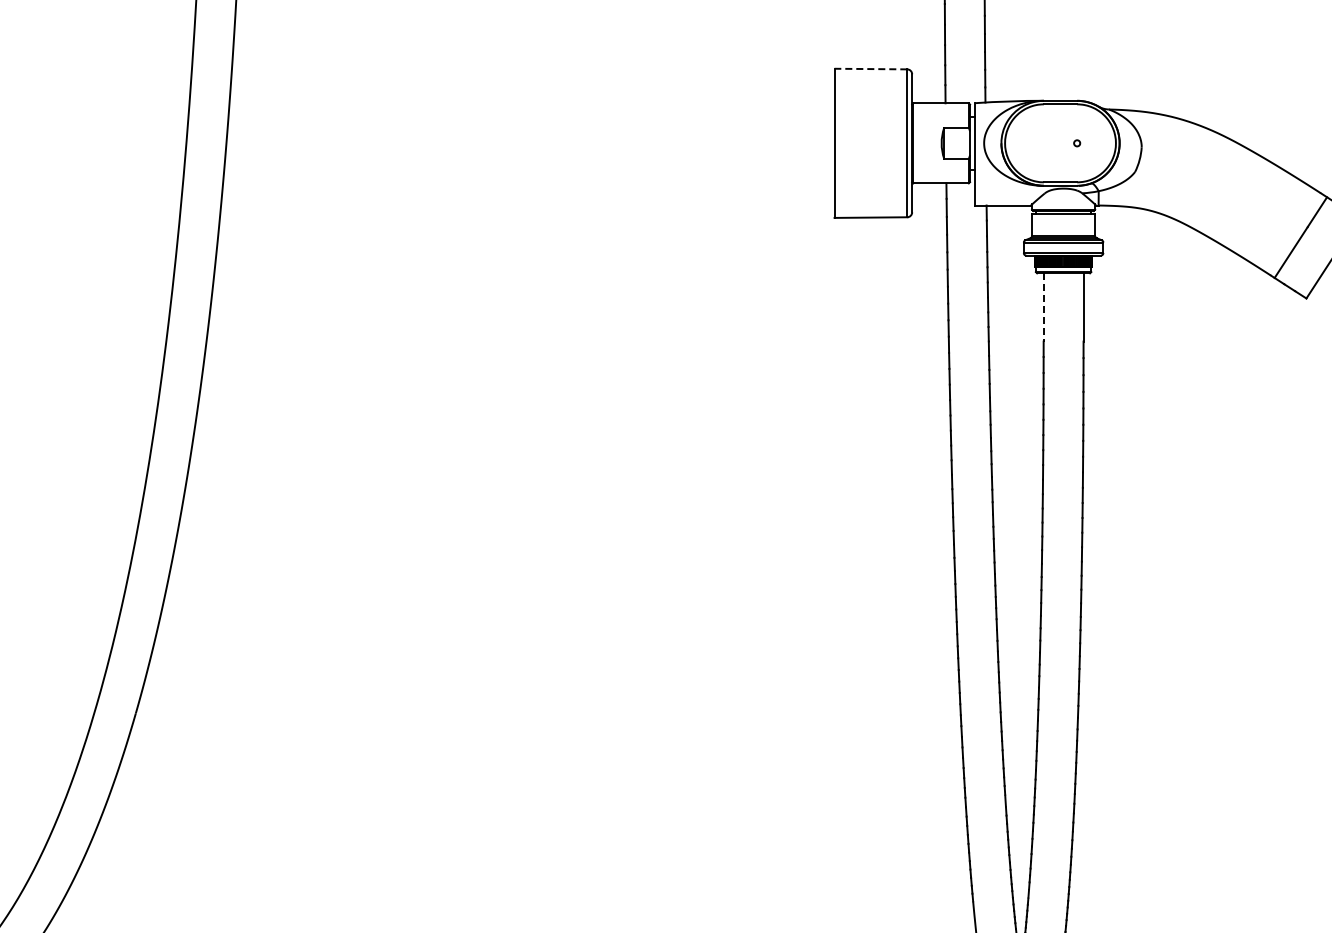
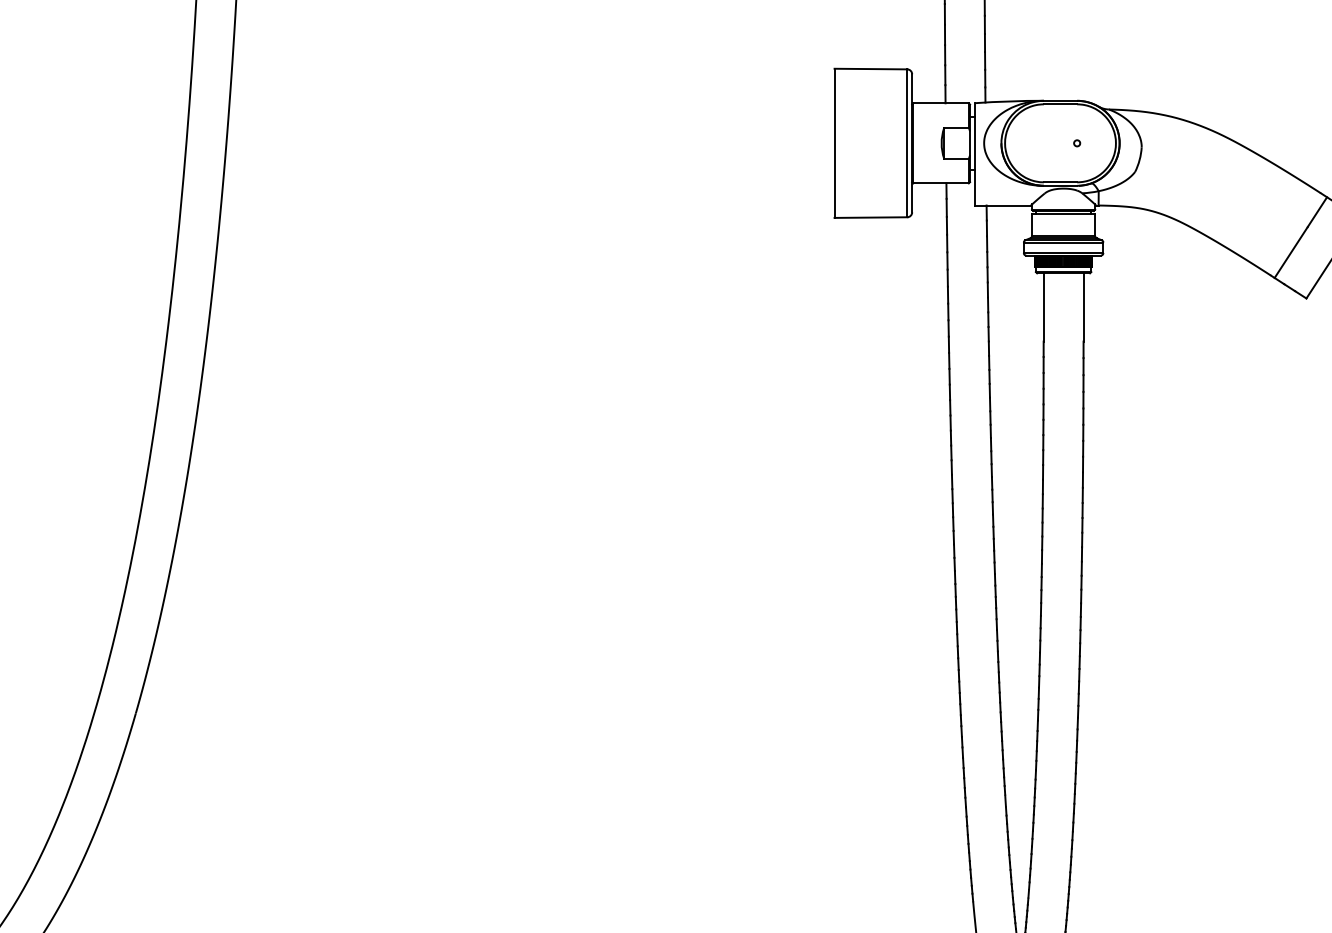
line at (870, 69): dashed -> solid
line at (1043, 307): dashed -> solid
